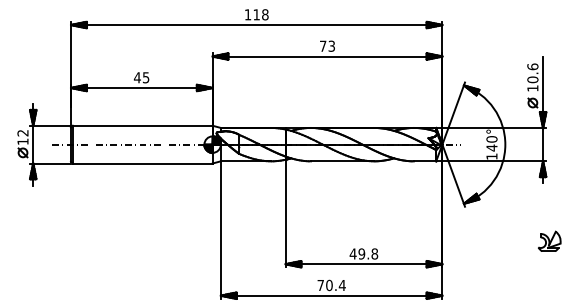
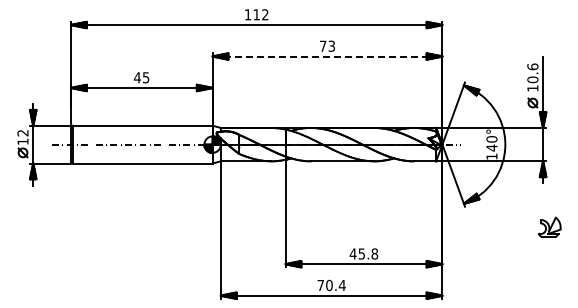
text at (265, 14): 118 -> 112
line at (327, 56): solid -> dashed
part at (549, 240) position: (549, 240) -> (549, 226)
text at (361, 253): 49.8 -> 45.8
